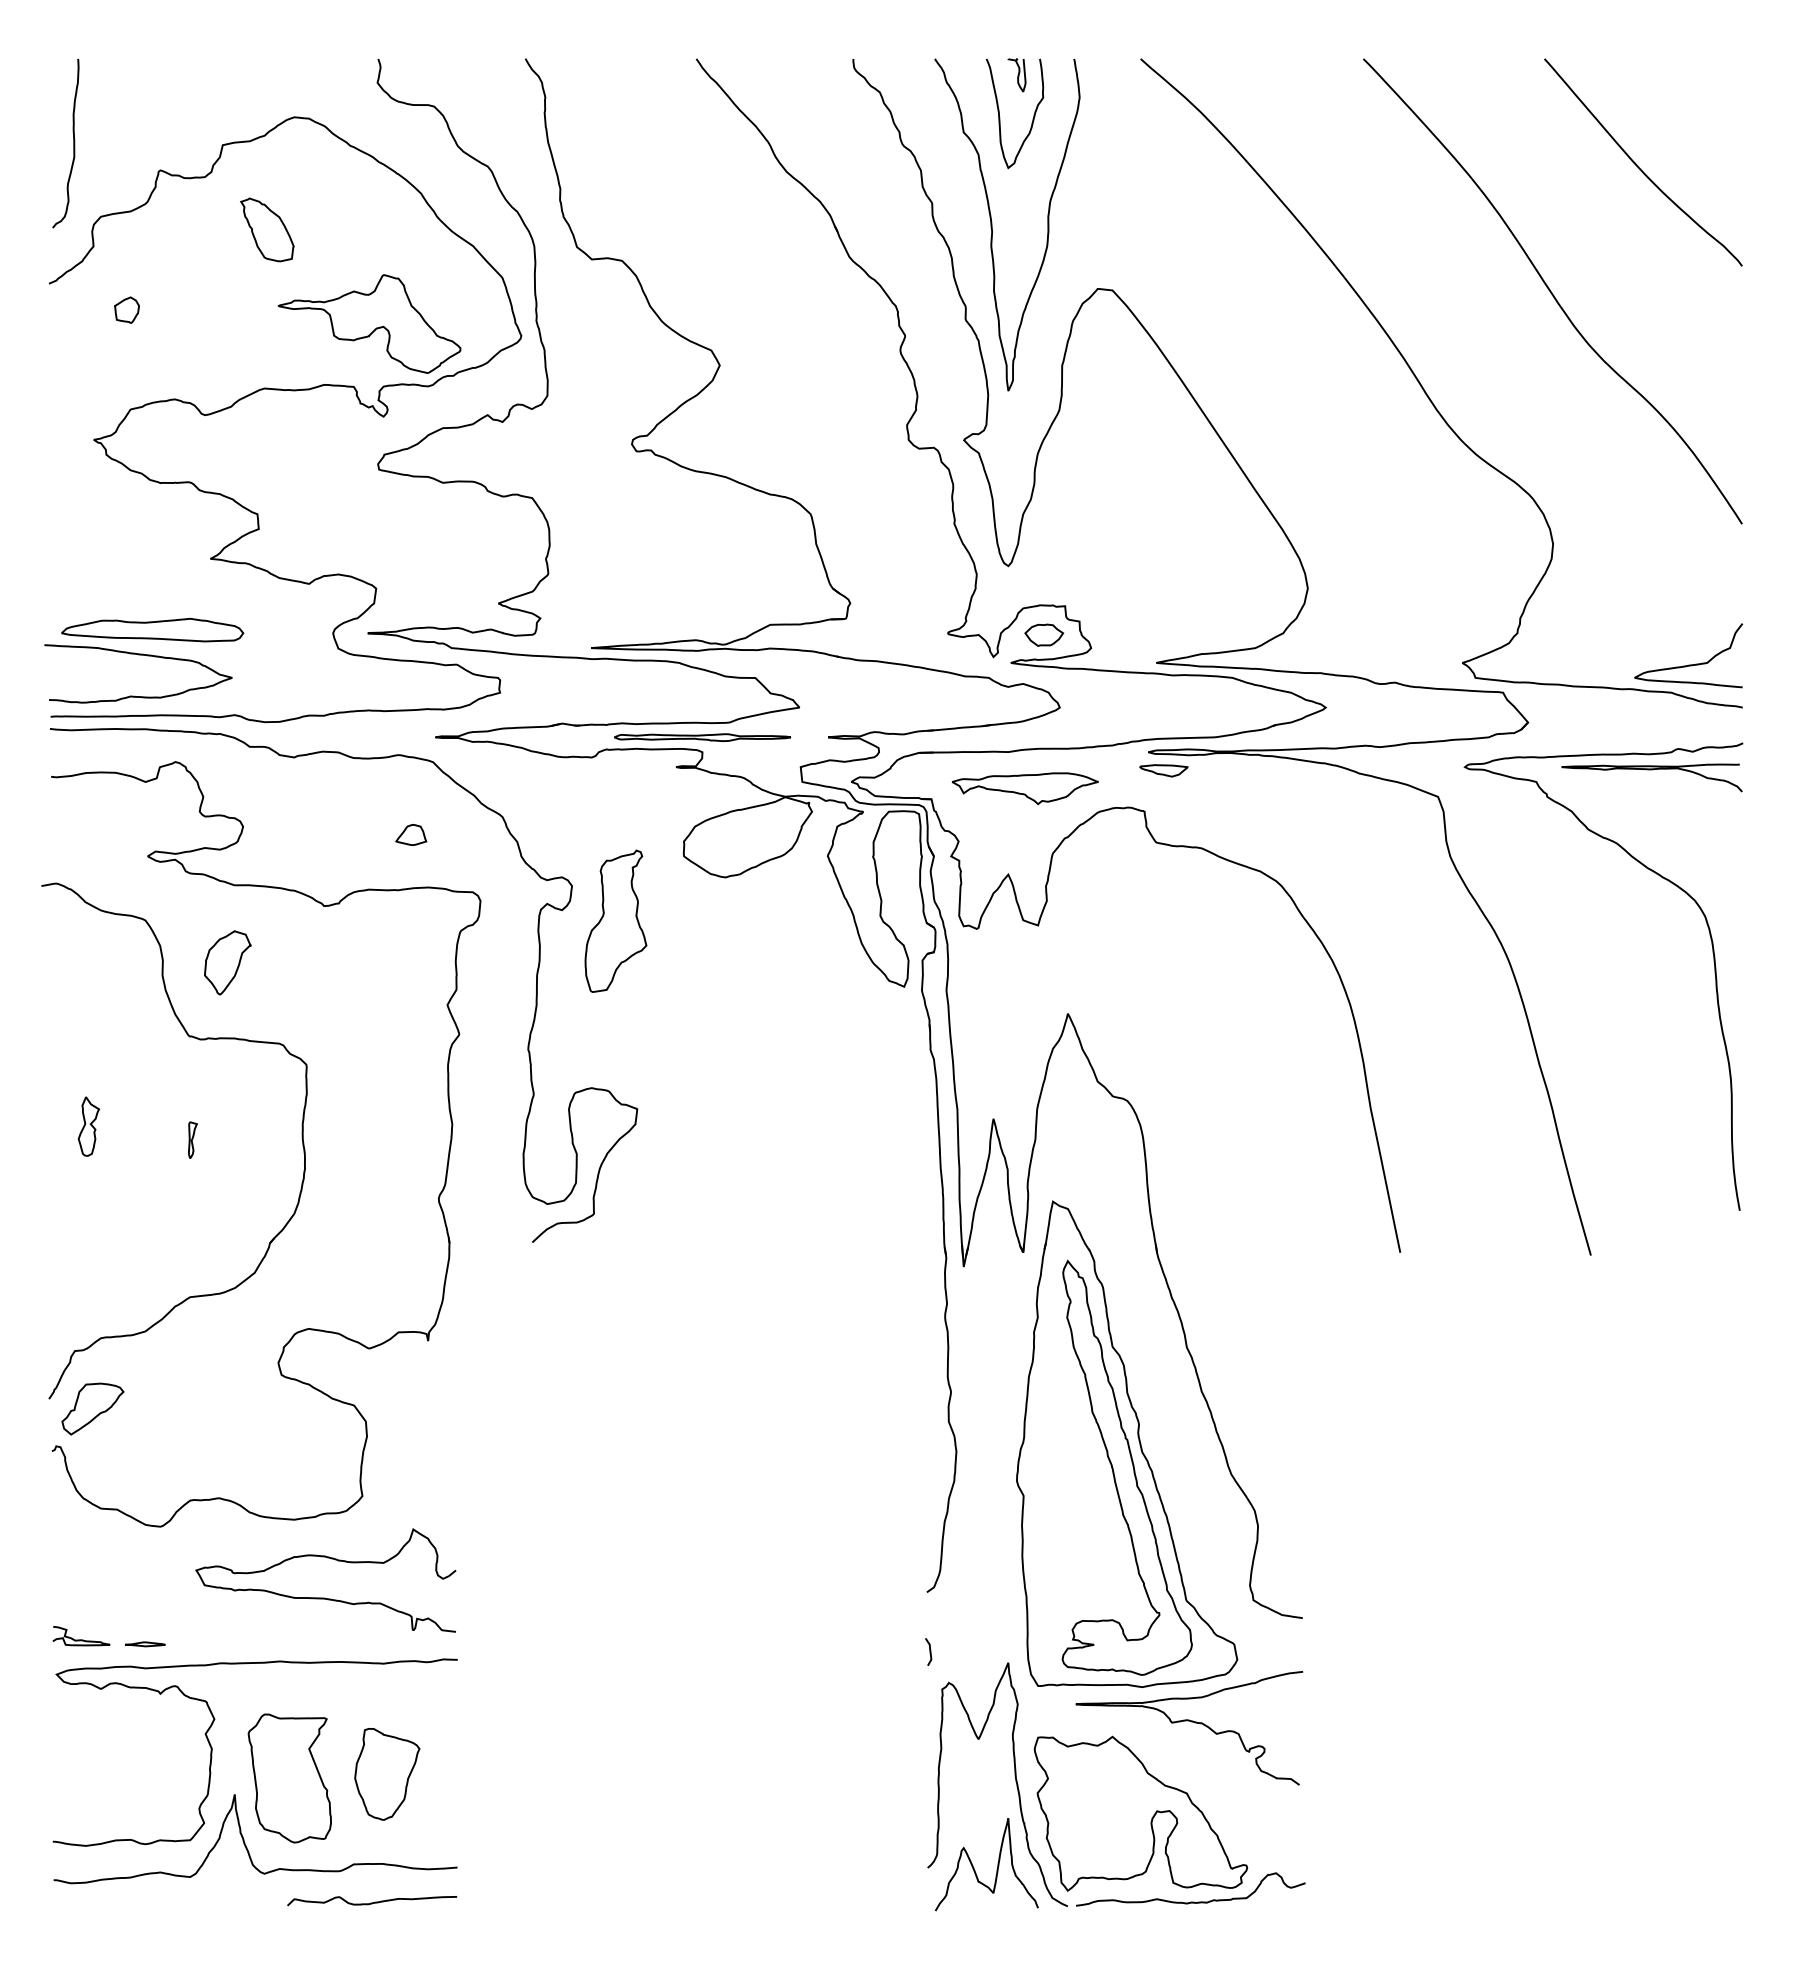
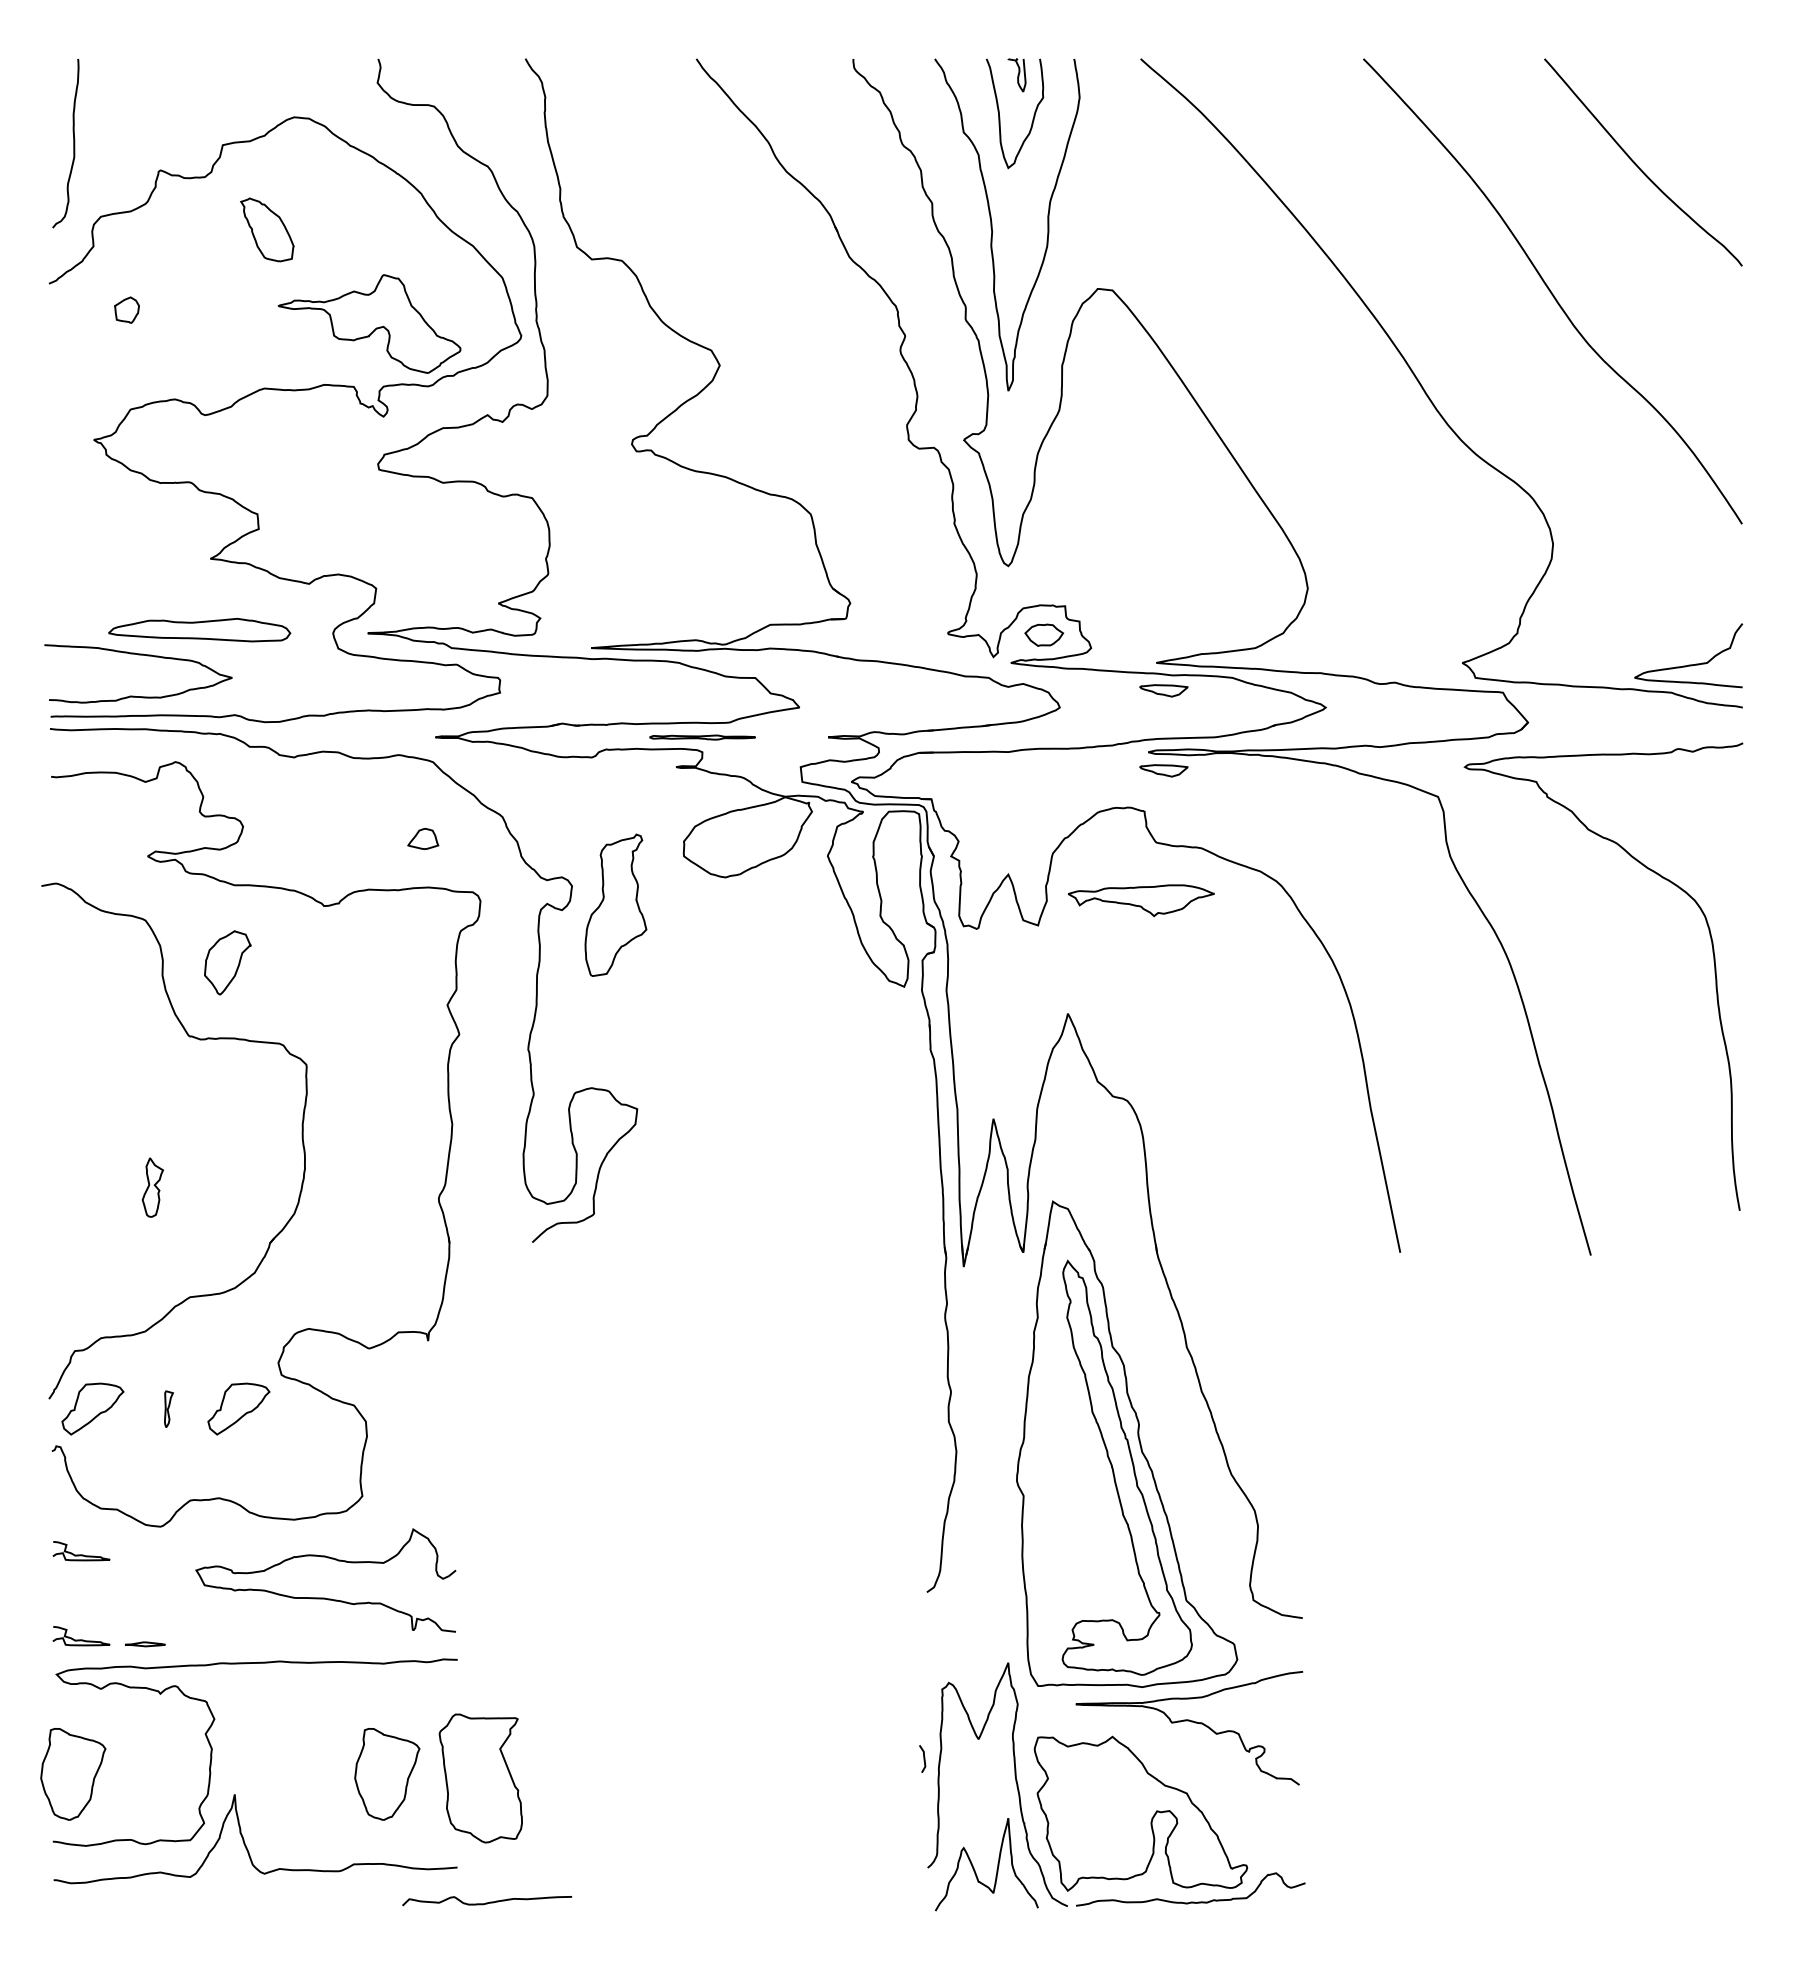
part at (152, 629) position: (152, 629) -> (199, 629)
part at (1163, 690): none -> present
part at (702, 737) size: 177x9 px -> 107x7 px
curve at (1651, 770): present -> none
part at (1024, 788) position: (1024, 788) -> (1140, 900)
part at (411, 834) position: (411, 834) -> (423, 838)
part at (615, 920) position: (615, 920) -> (615, 904)
part at (88, 1126) position: (88, 1126) -> (152, 1187)
part at (192, 1139) position: (192, 1139) -> (168, 1408)
part at (238, 1408): none -> present
curve at (81, 1554): none -> present
curve at (929, 1651) position: (929, 1651) -> (923, 1758)
part at (73, 1774): none -> present
part at (289, 1778) position: (289, 1778) -> (480, 1778)
curve at (372, 1902) position: (372, 1902) -> (487, 1902)
